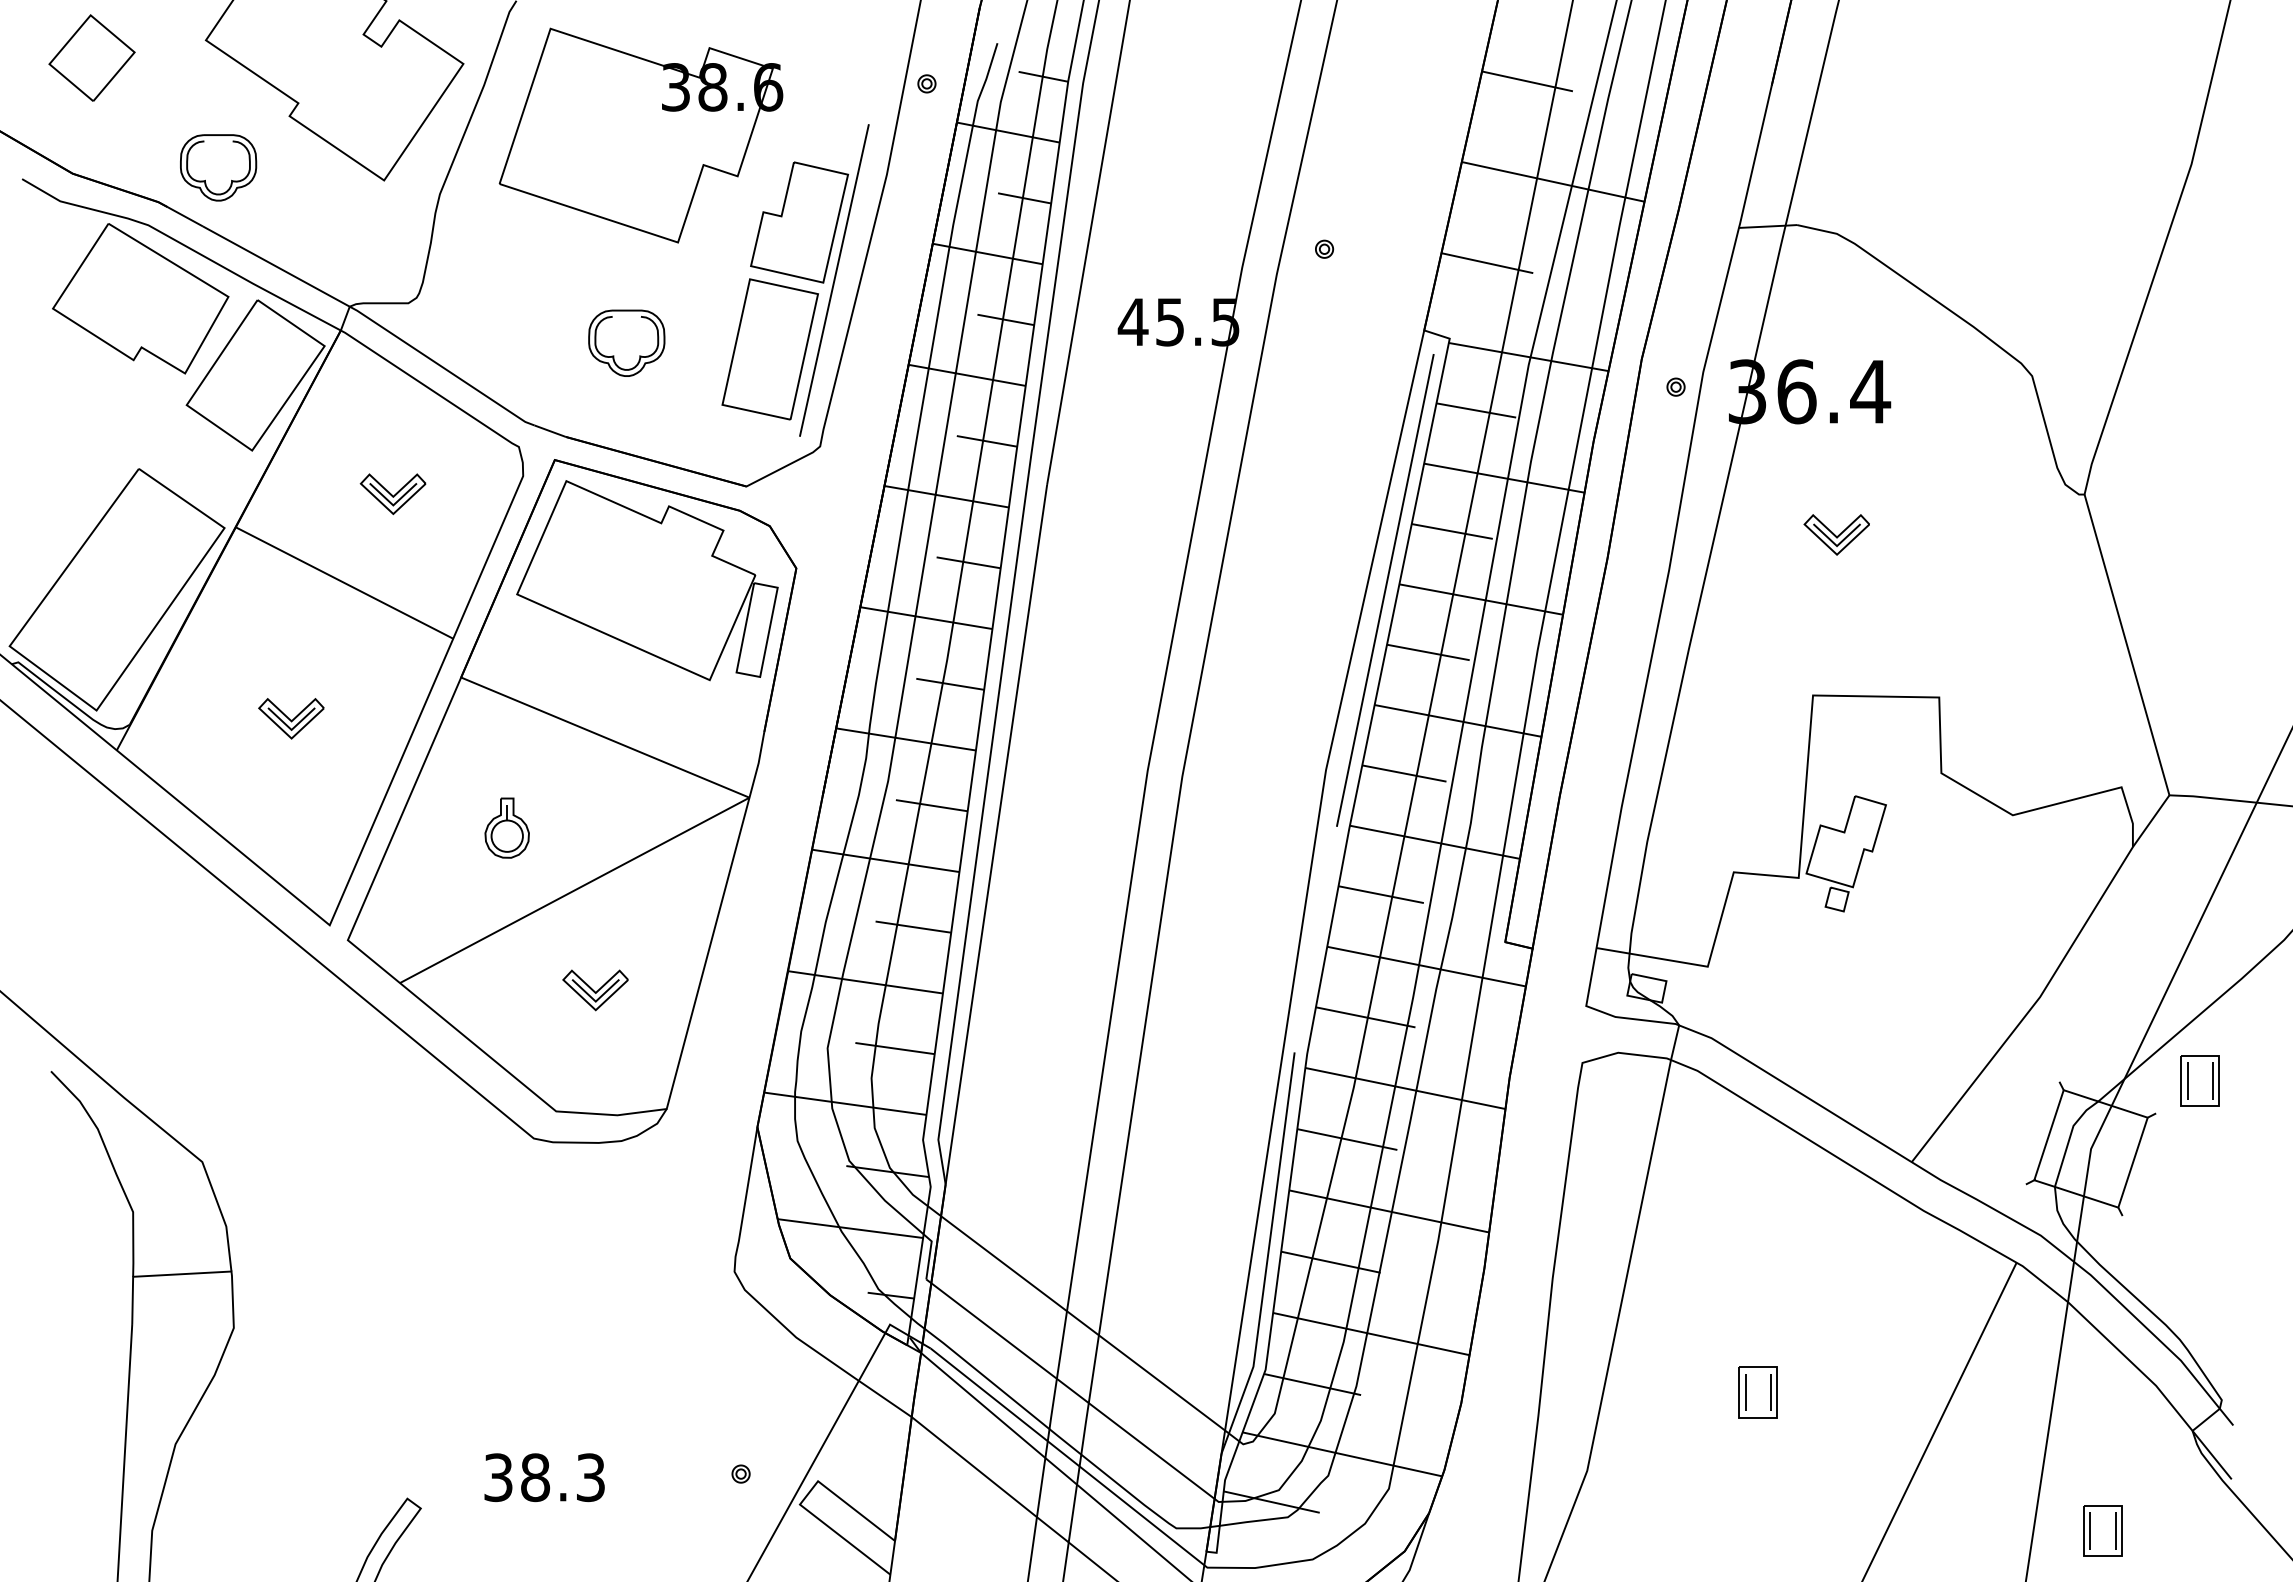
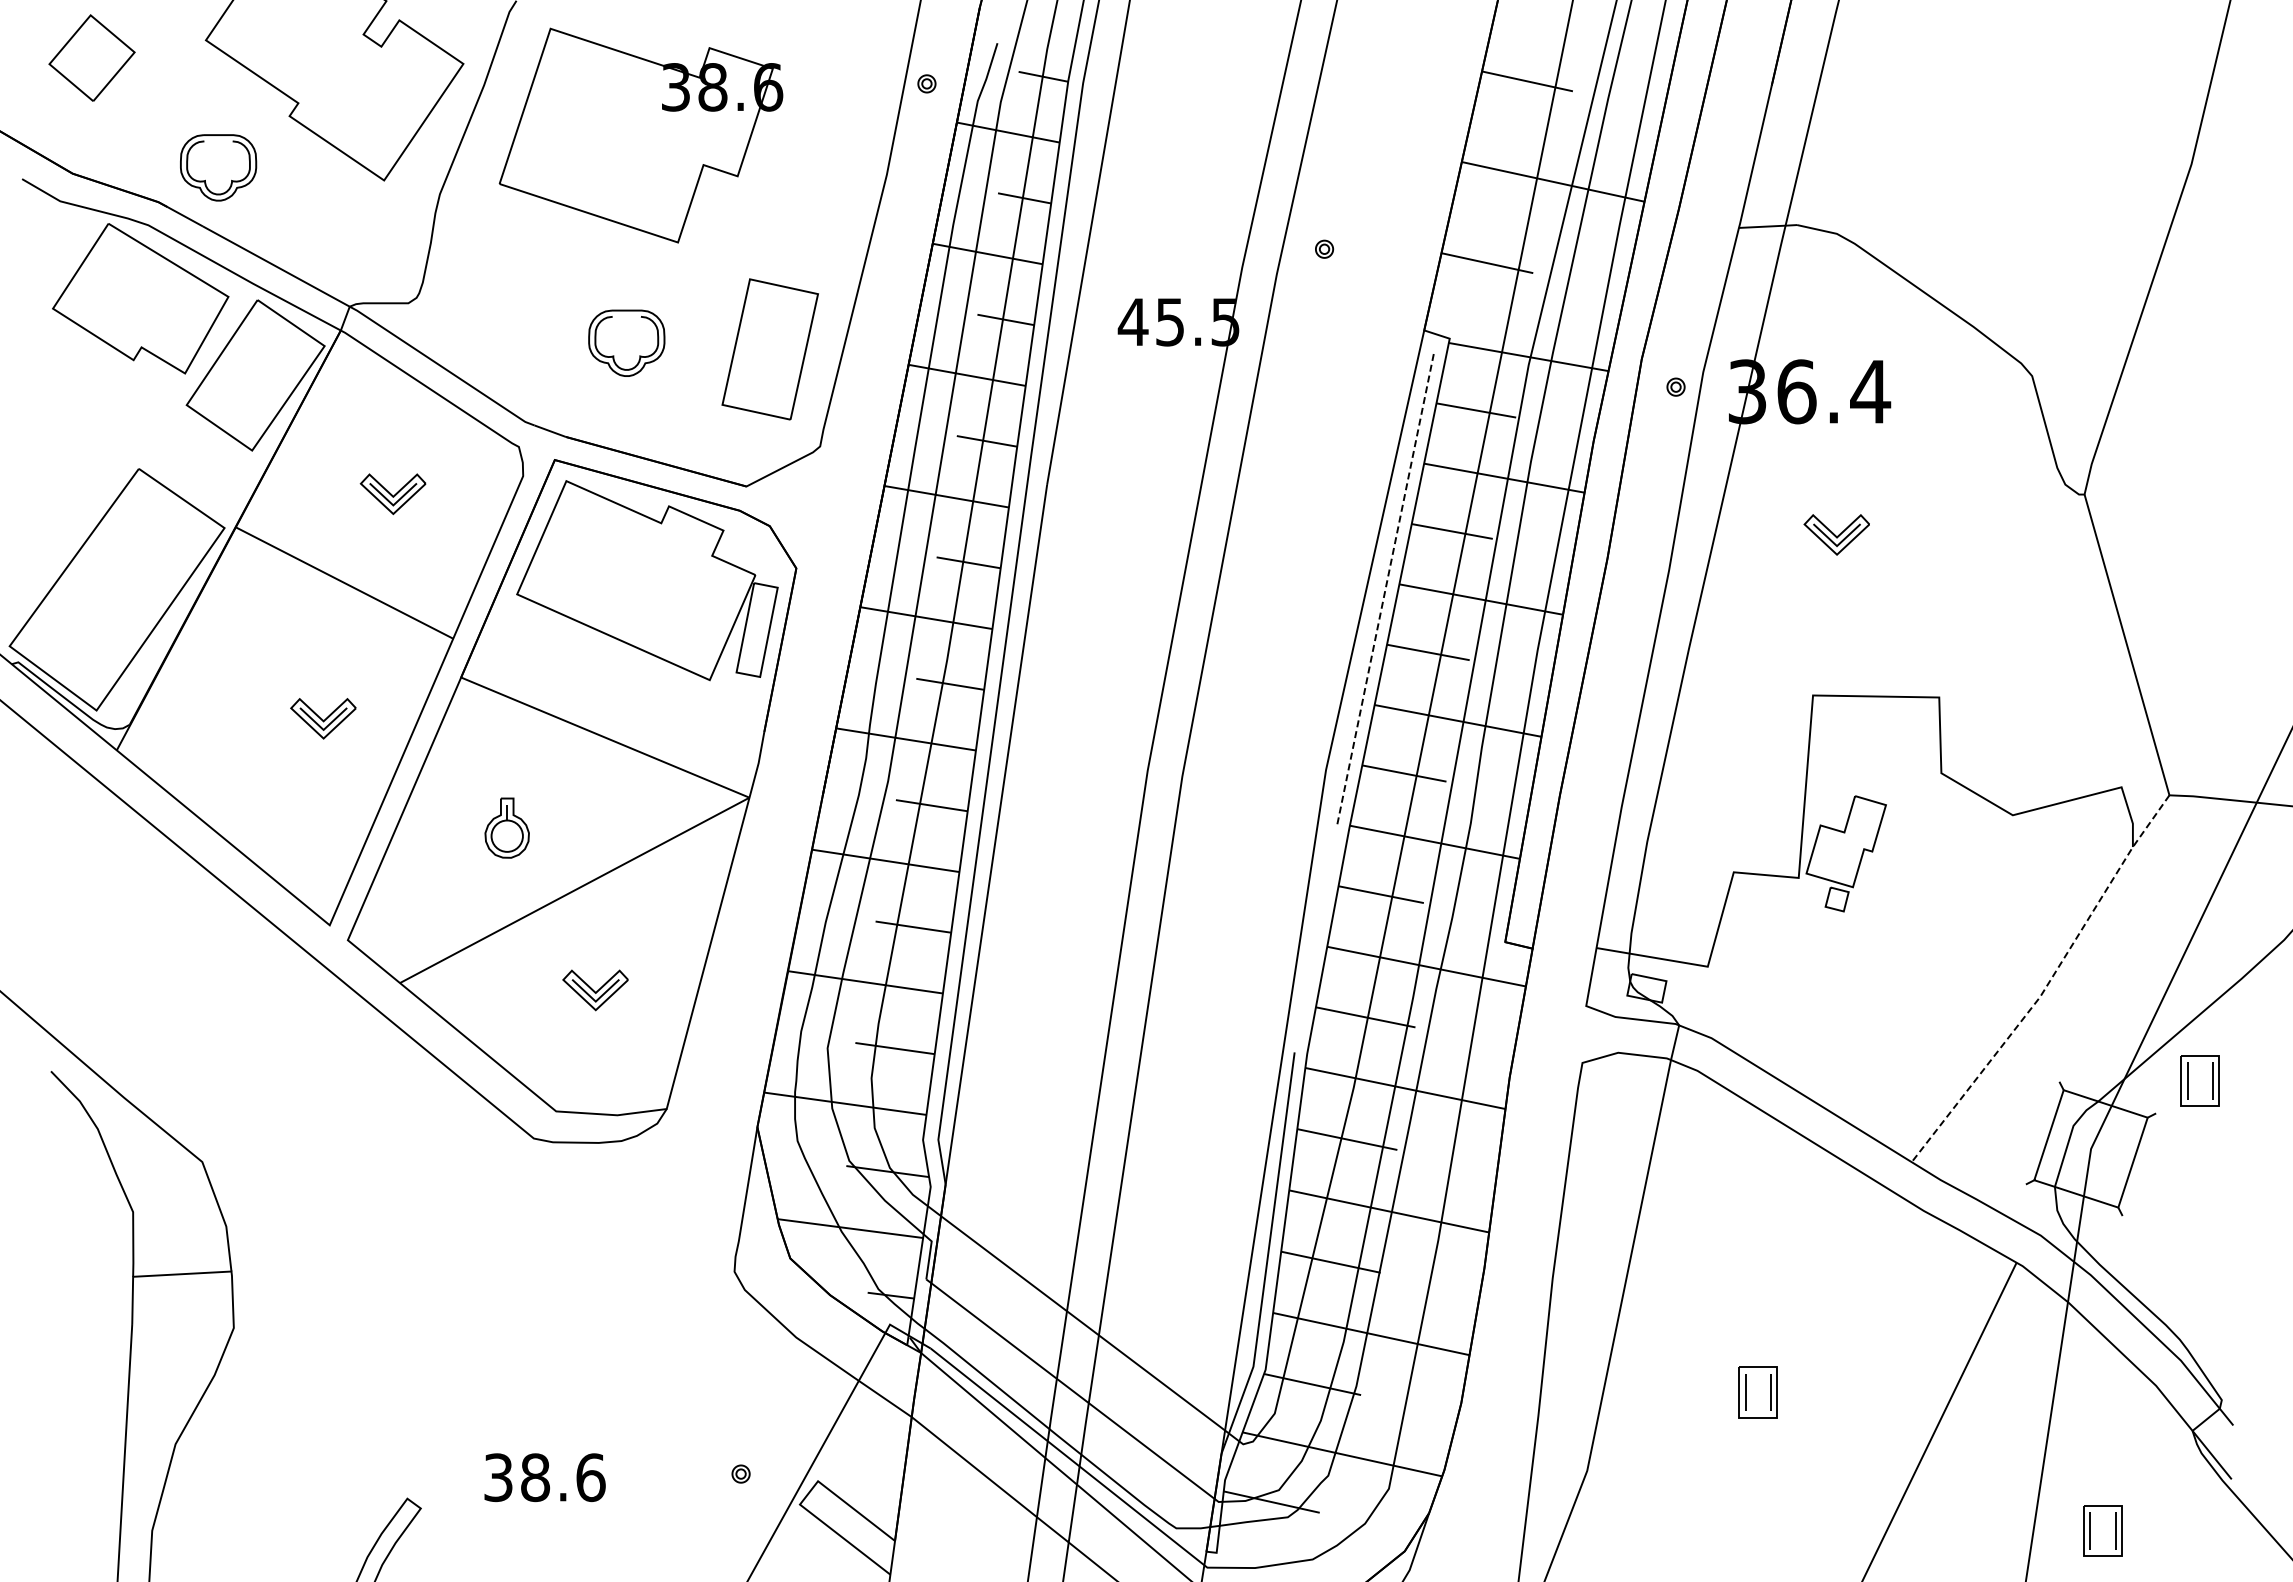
part at (809, 280): present -> none
line at (1385, 590): solid -> dashed
part at (291, 718) position: (291, 718) -> (323, 718)
line at (2047, 984): solid -> dashed
text at (590, 1477): 38.3 -> 38.6
